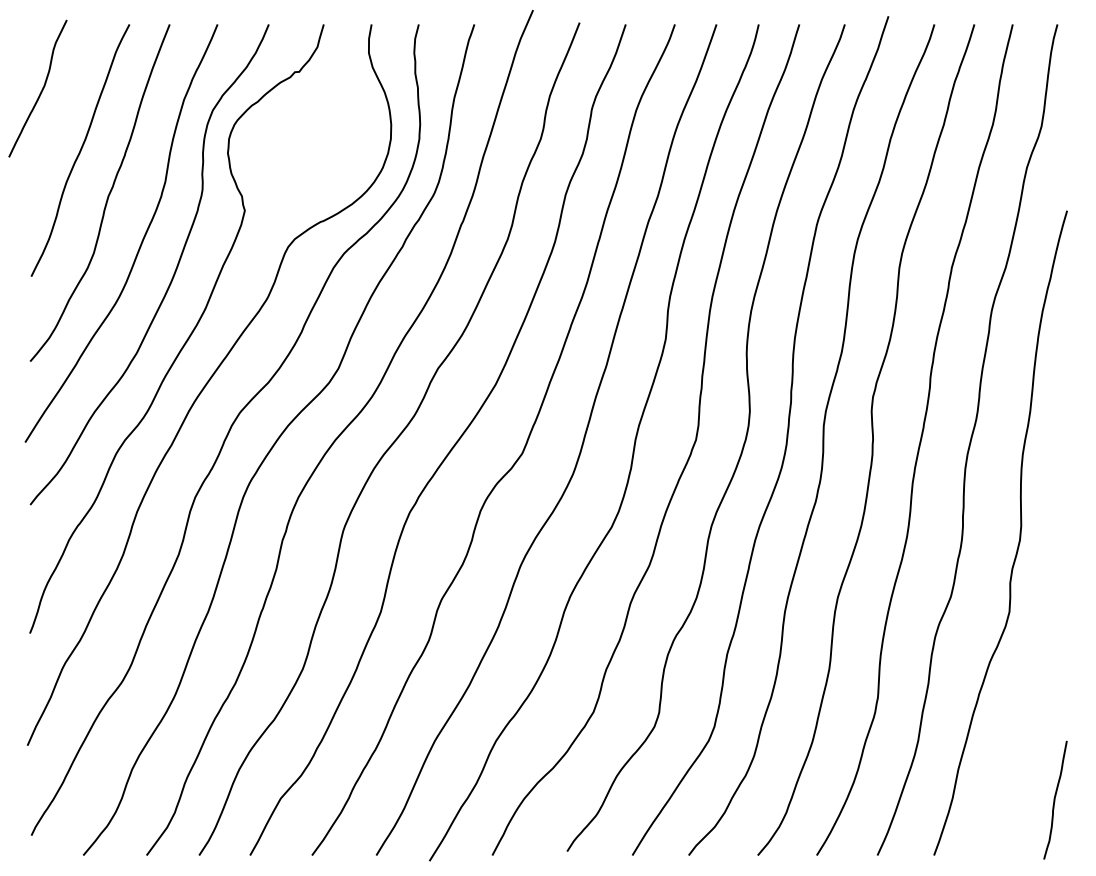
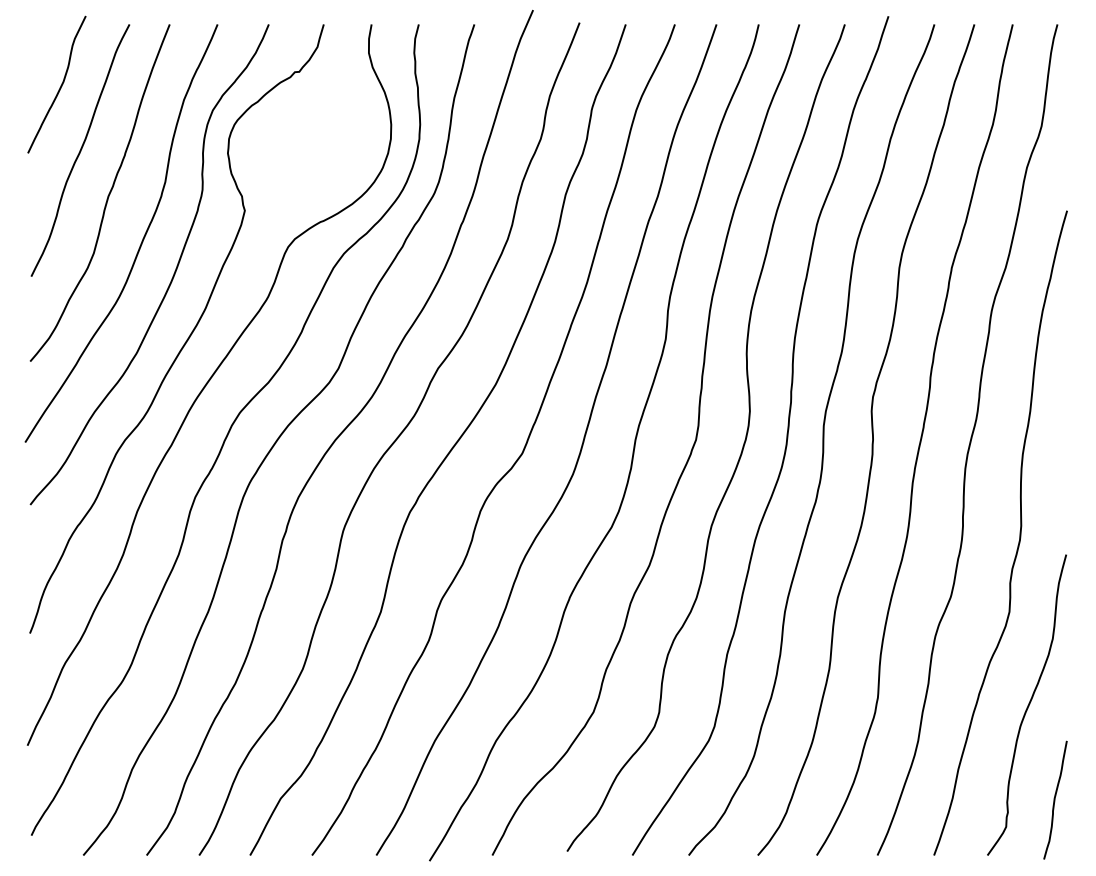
curve at (41, 89) position: (41, 89) -> (60, 85)
curve at (1027, 705): none -> present
